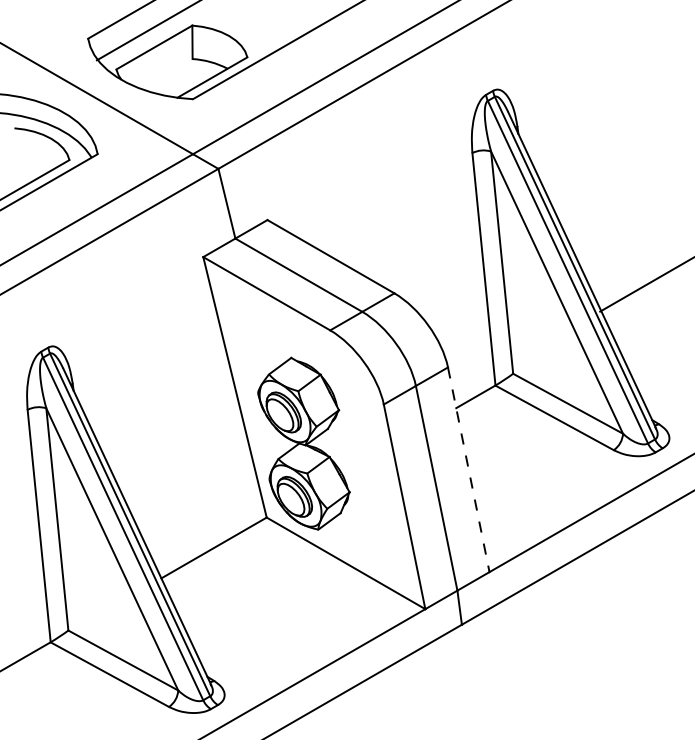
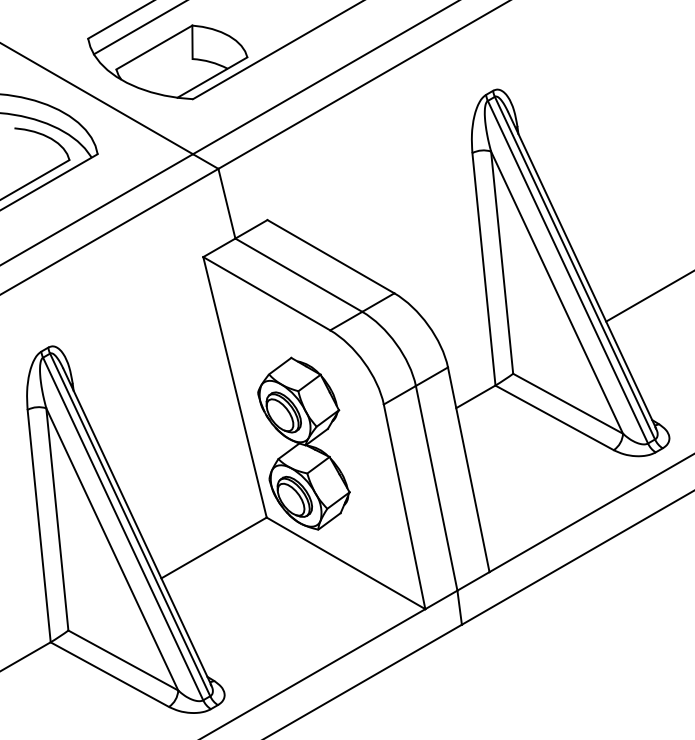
line at (146, 31) position: (146, 31) -> (138, 28)
line at (645, 284) position: (645, 284) -> (648, 296)
line at (468, 470): dashed -> solid
